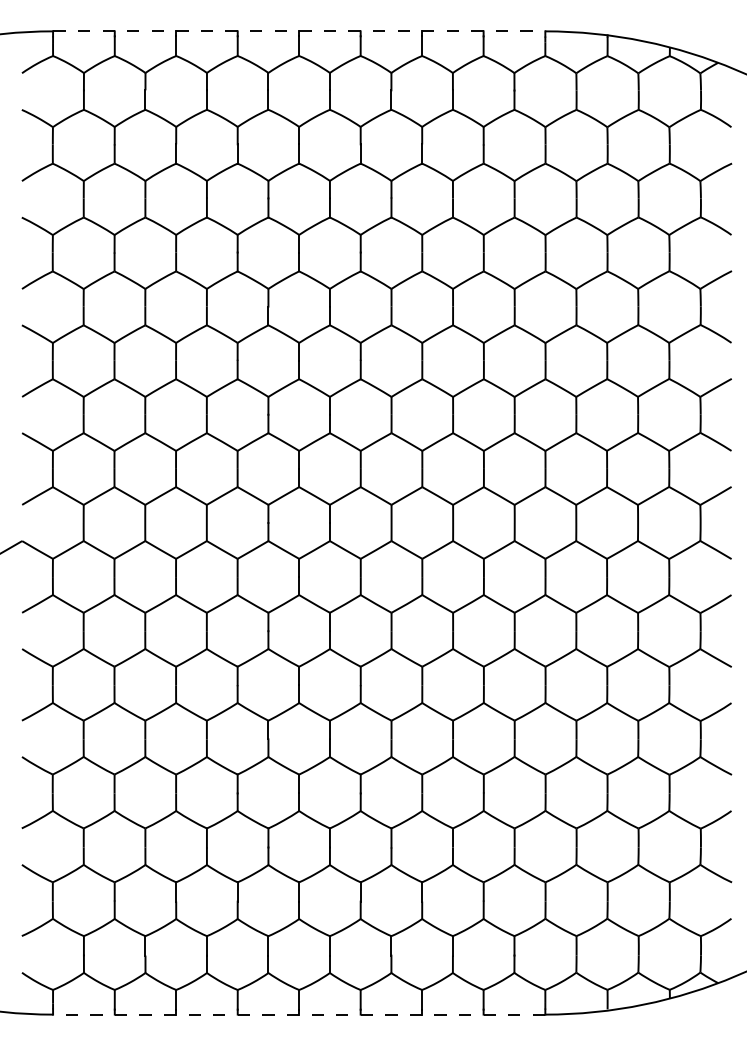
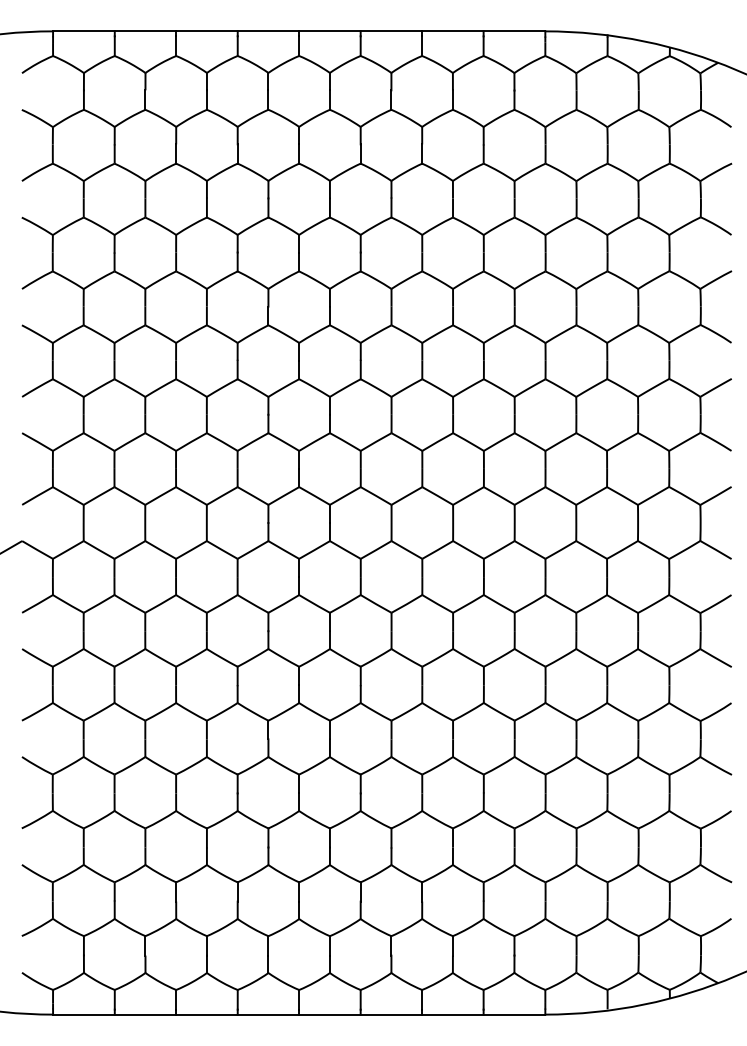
line at (299, 31): dashed -> solid
line at (299, 1014): dashed -> solid
